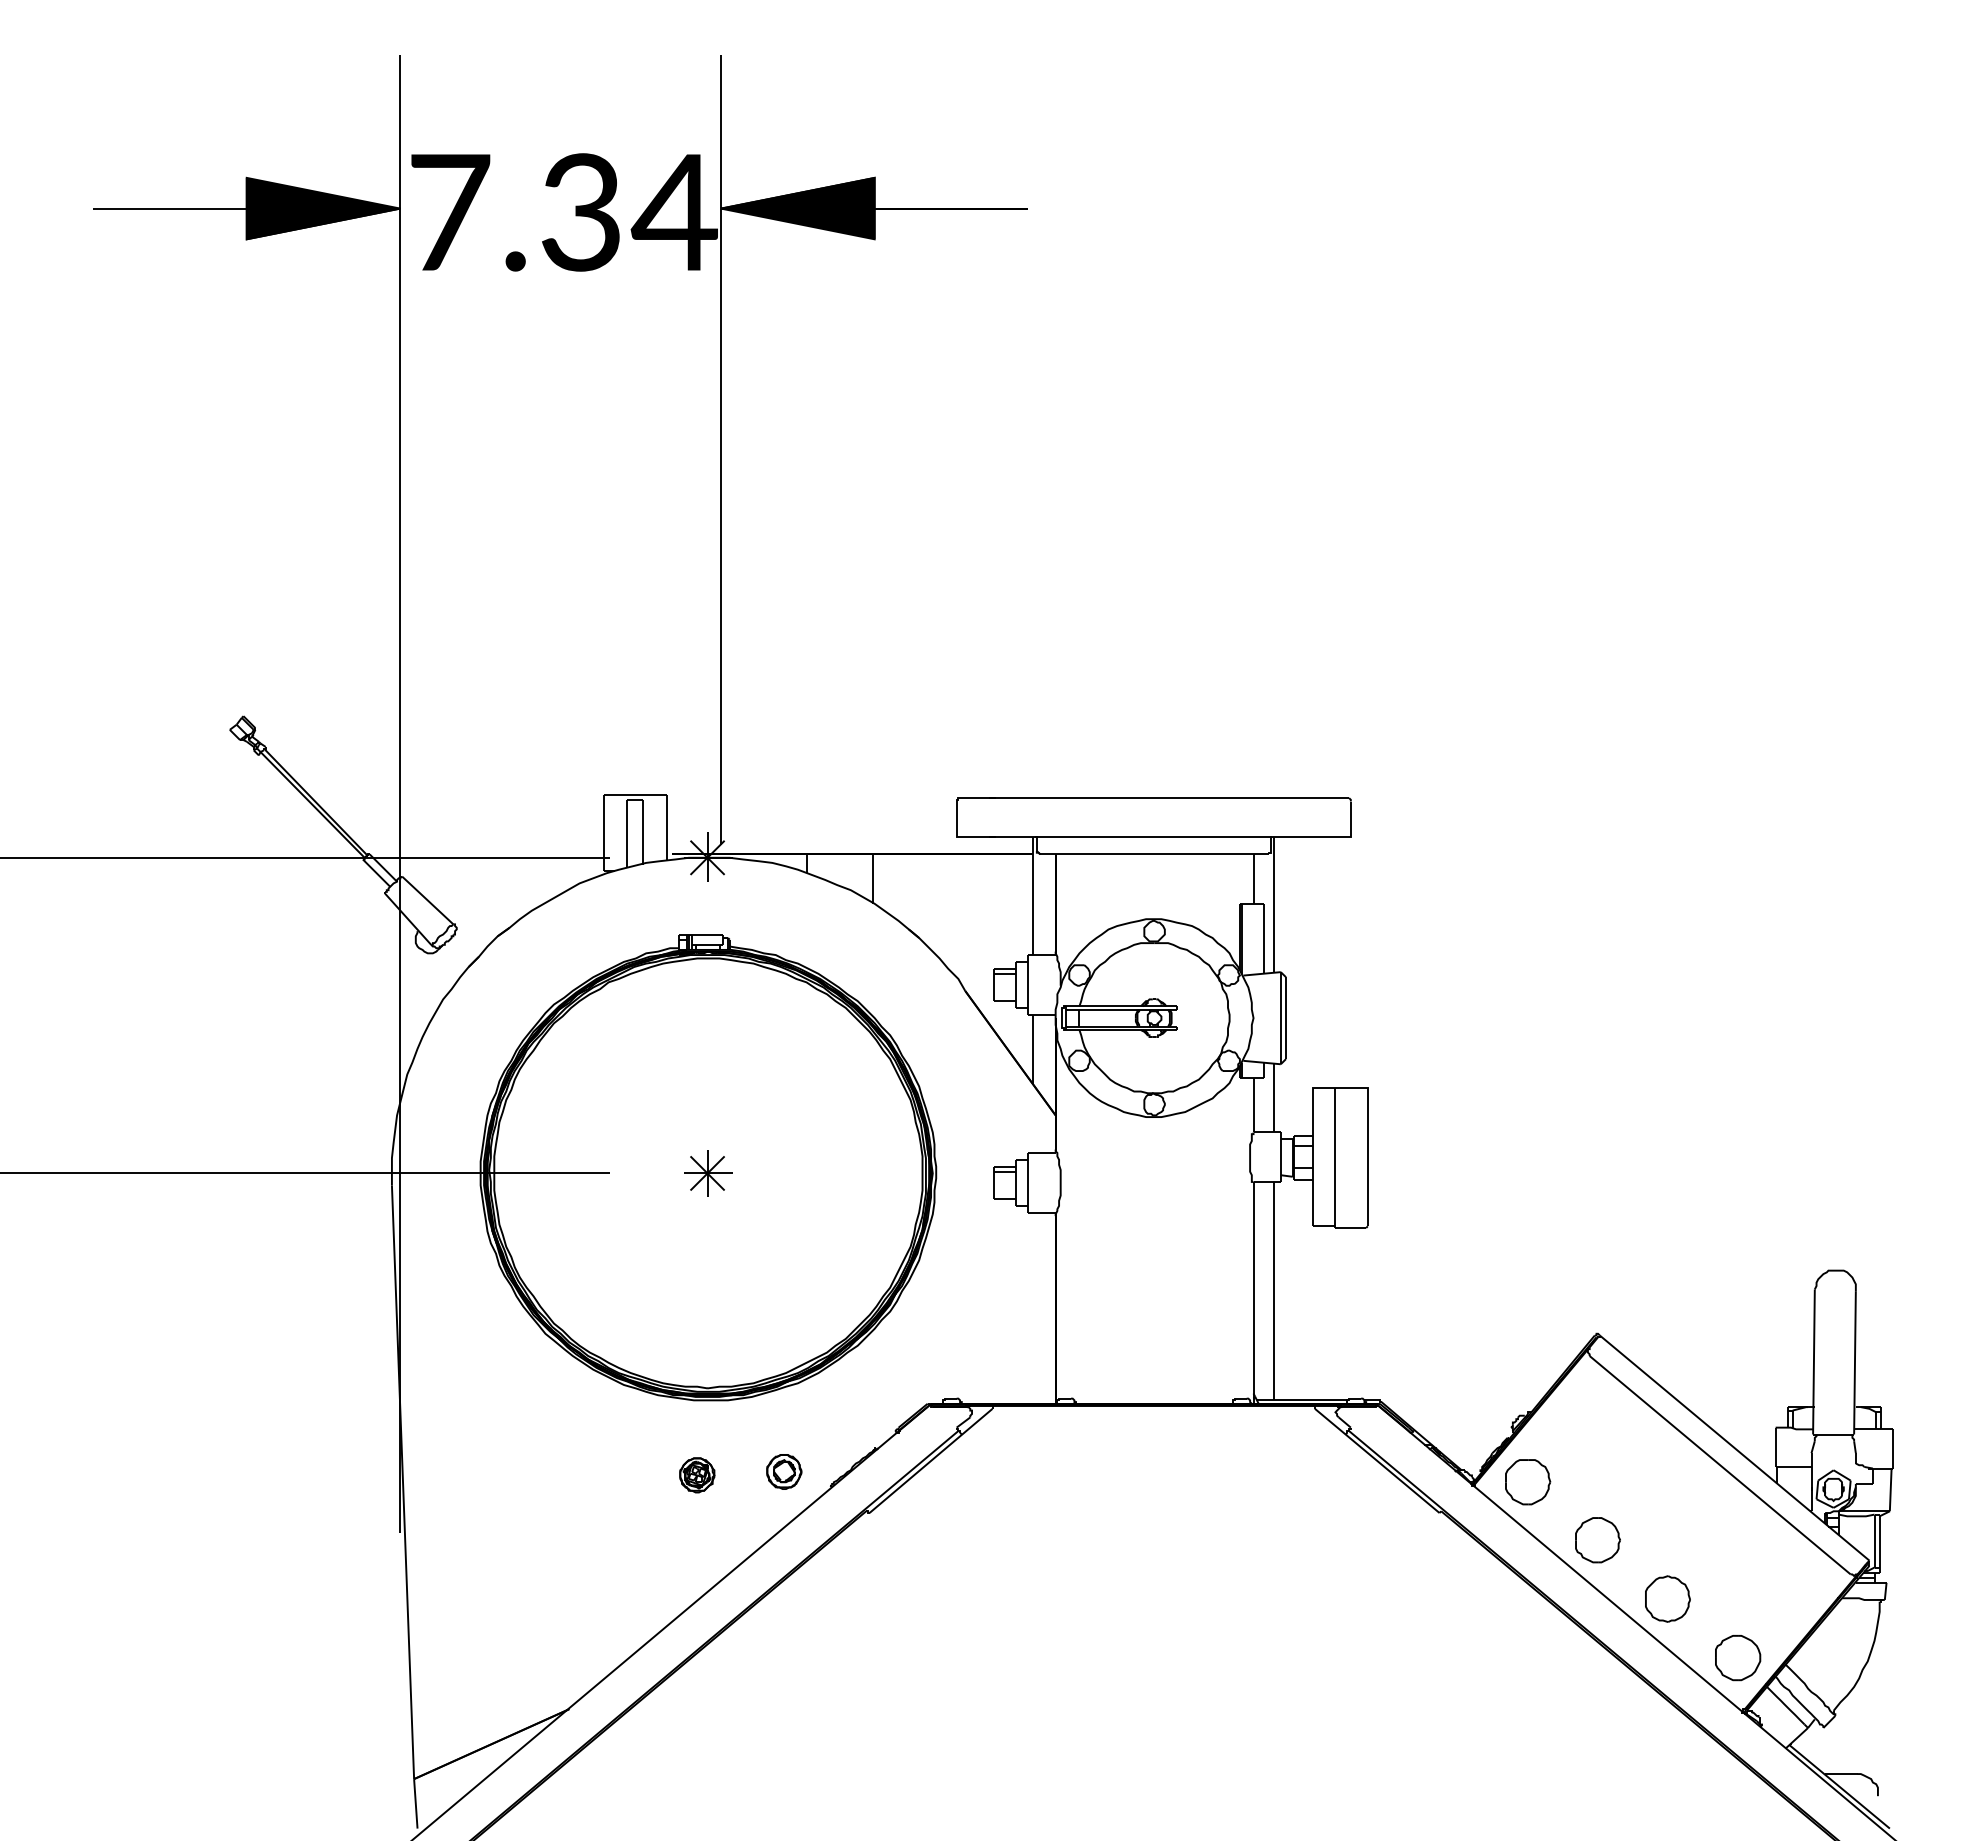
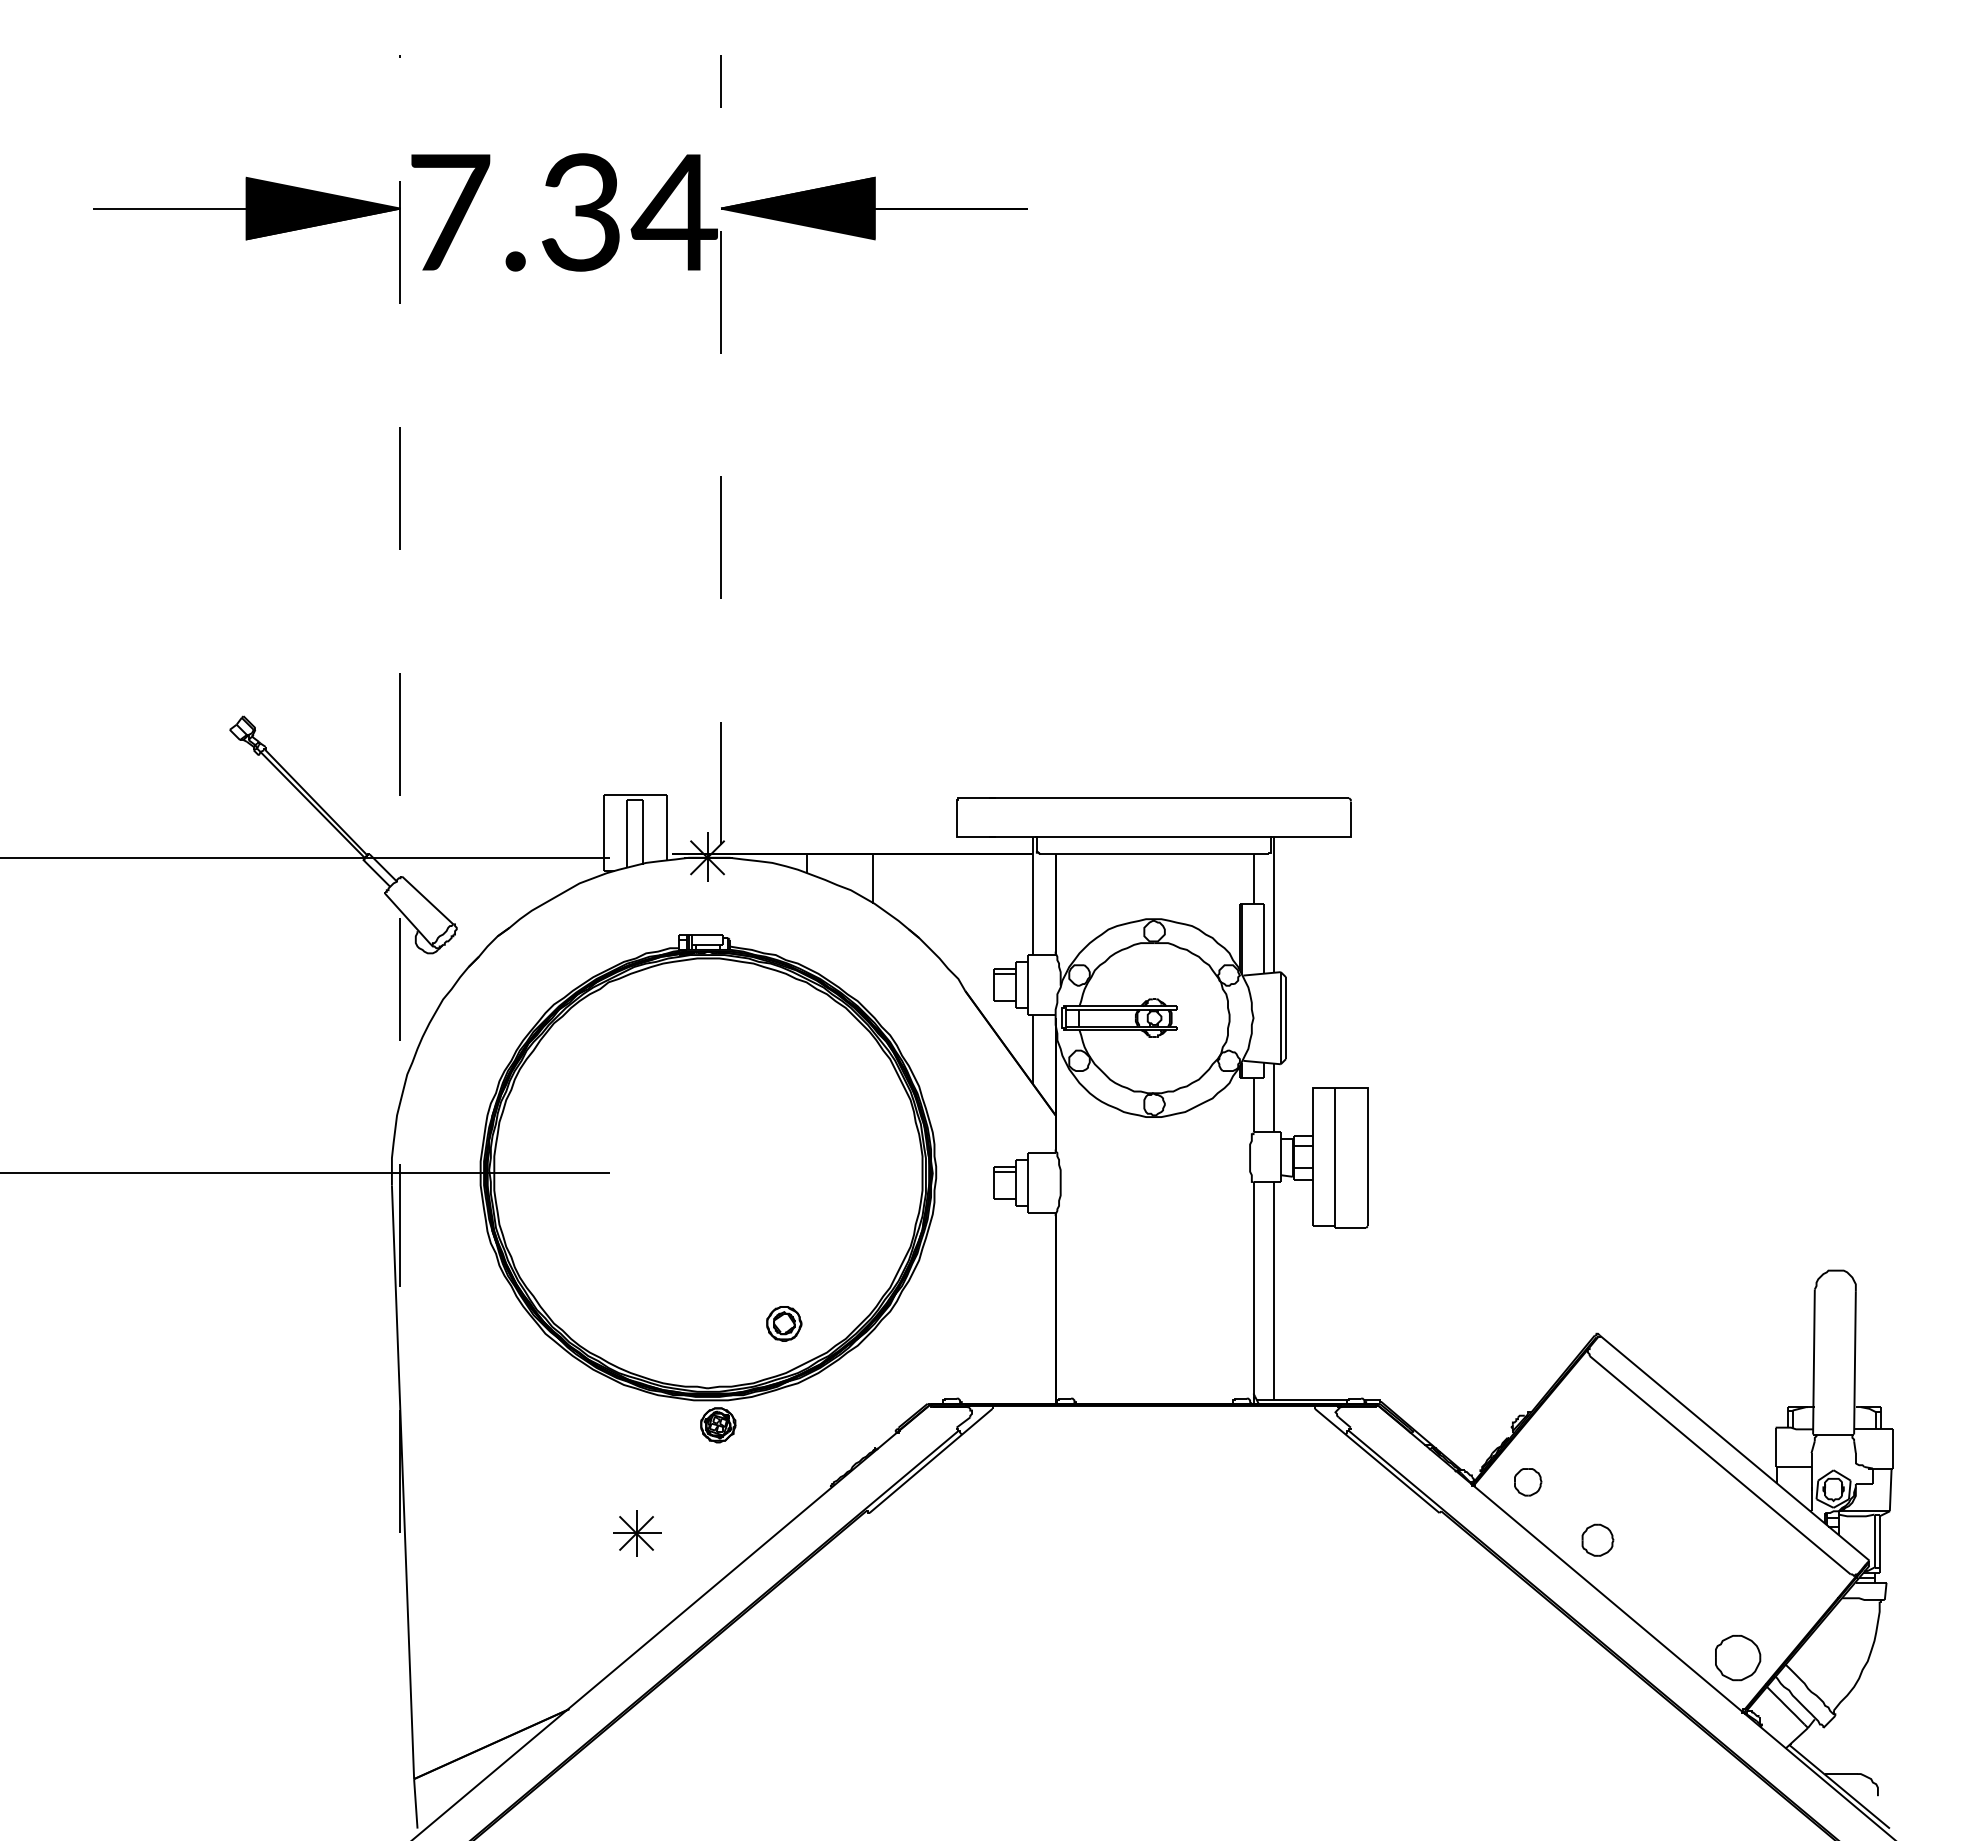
line at (721, 450): solid -> dashed
line at (400, 793): solid -> dashed
part at (708, 1173) position: (708, 1173) -> (637, 1533)
part at (784, 1471) position: (784, 1471) -> (784, 1323)
part at (697, 1475) position: (697, 1475) -> (718, 1425)
part at (1528, 1482) size: 47x47 px -> 29x29 px
part at (1597, 1540) size: 46x47 px -> 34x34 px
part at (1667, 1598): present -> none
